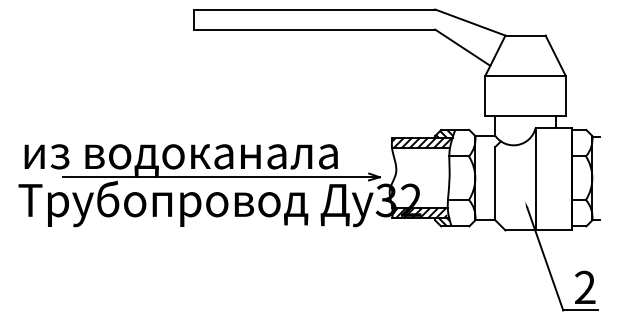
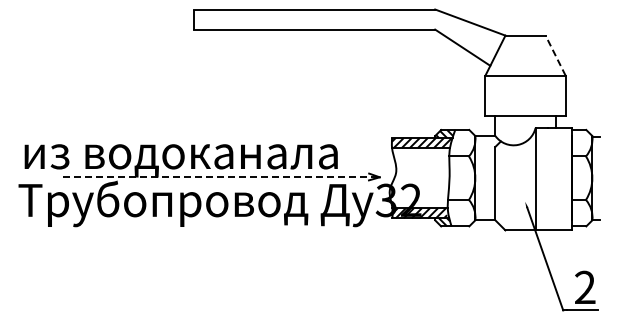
line at (555, 55): solid -> dashed
line at (221, 177): solid -> dashed
